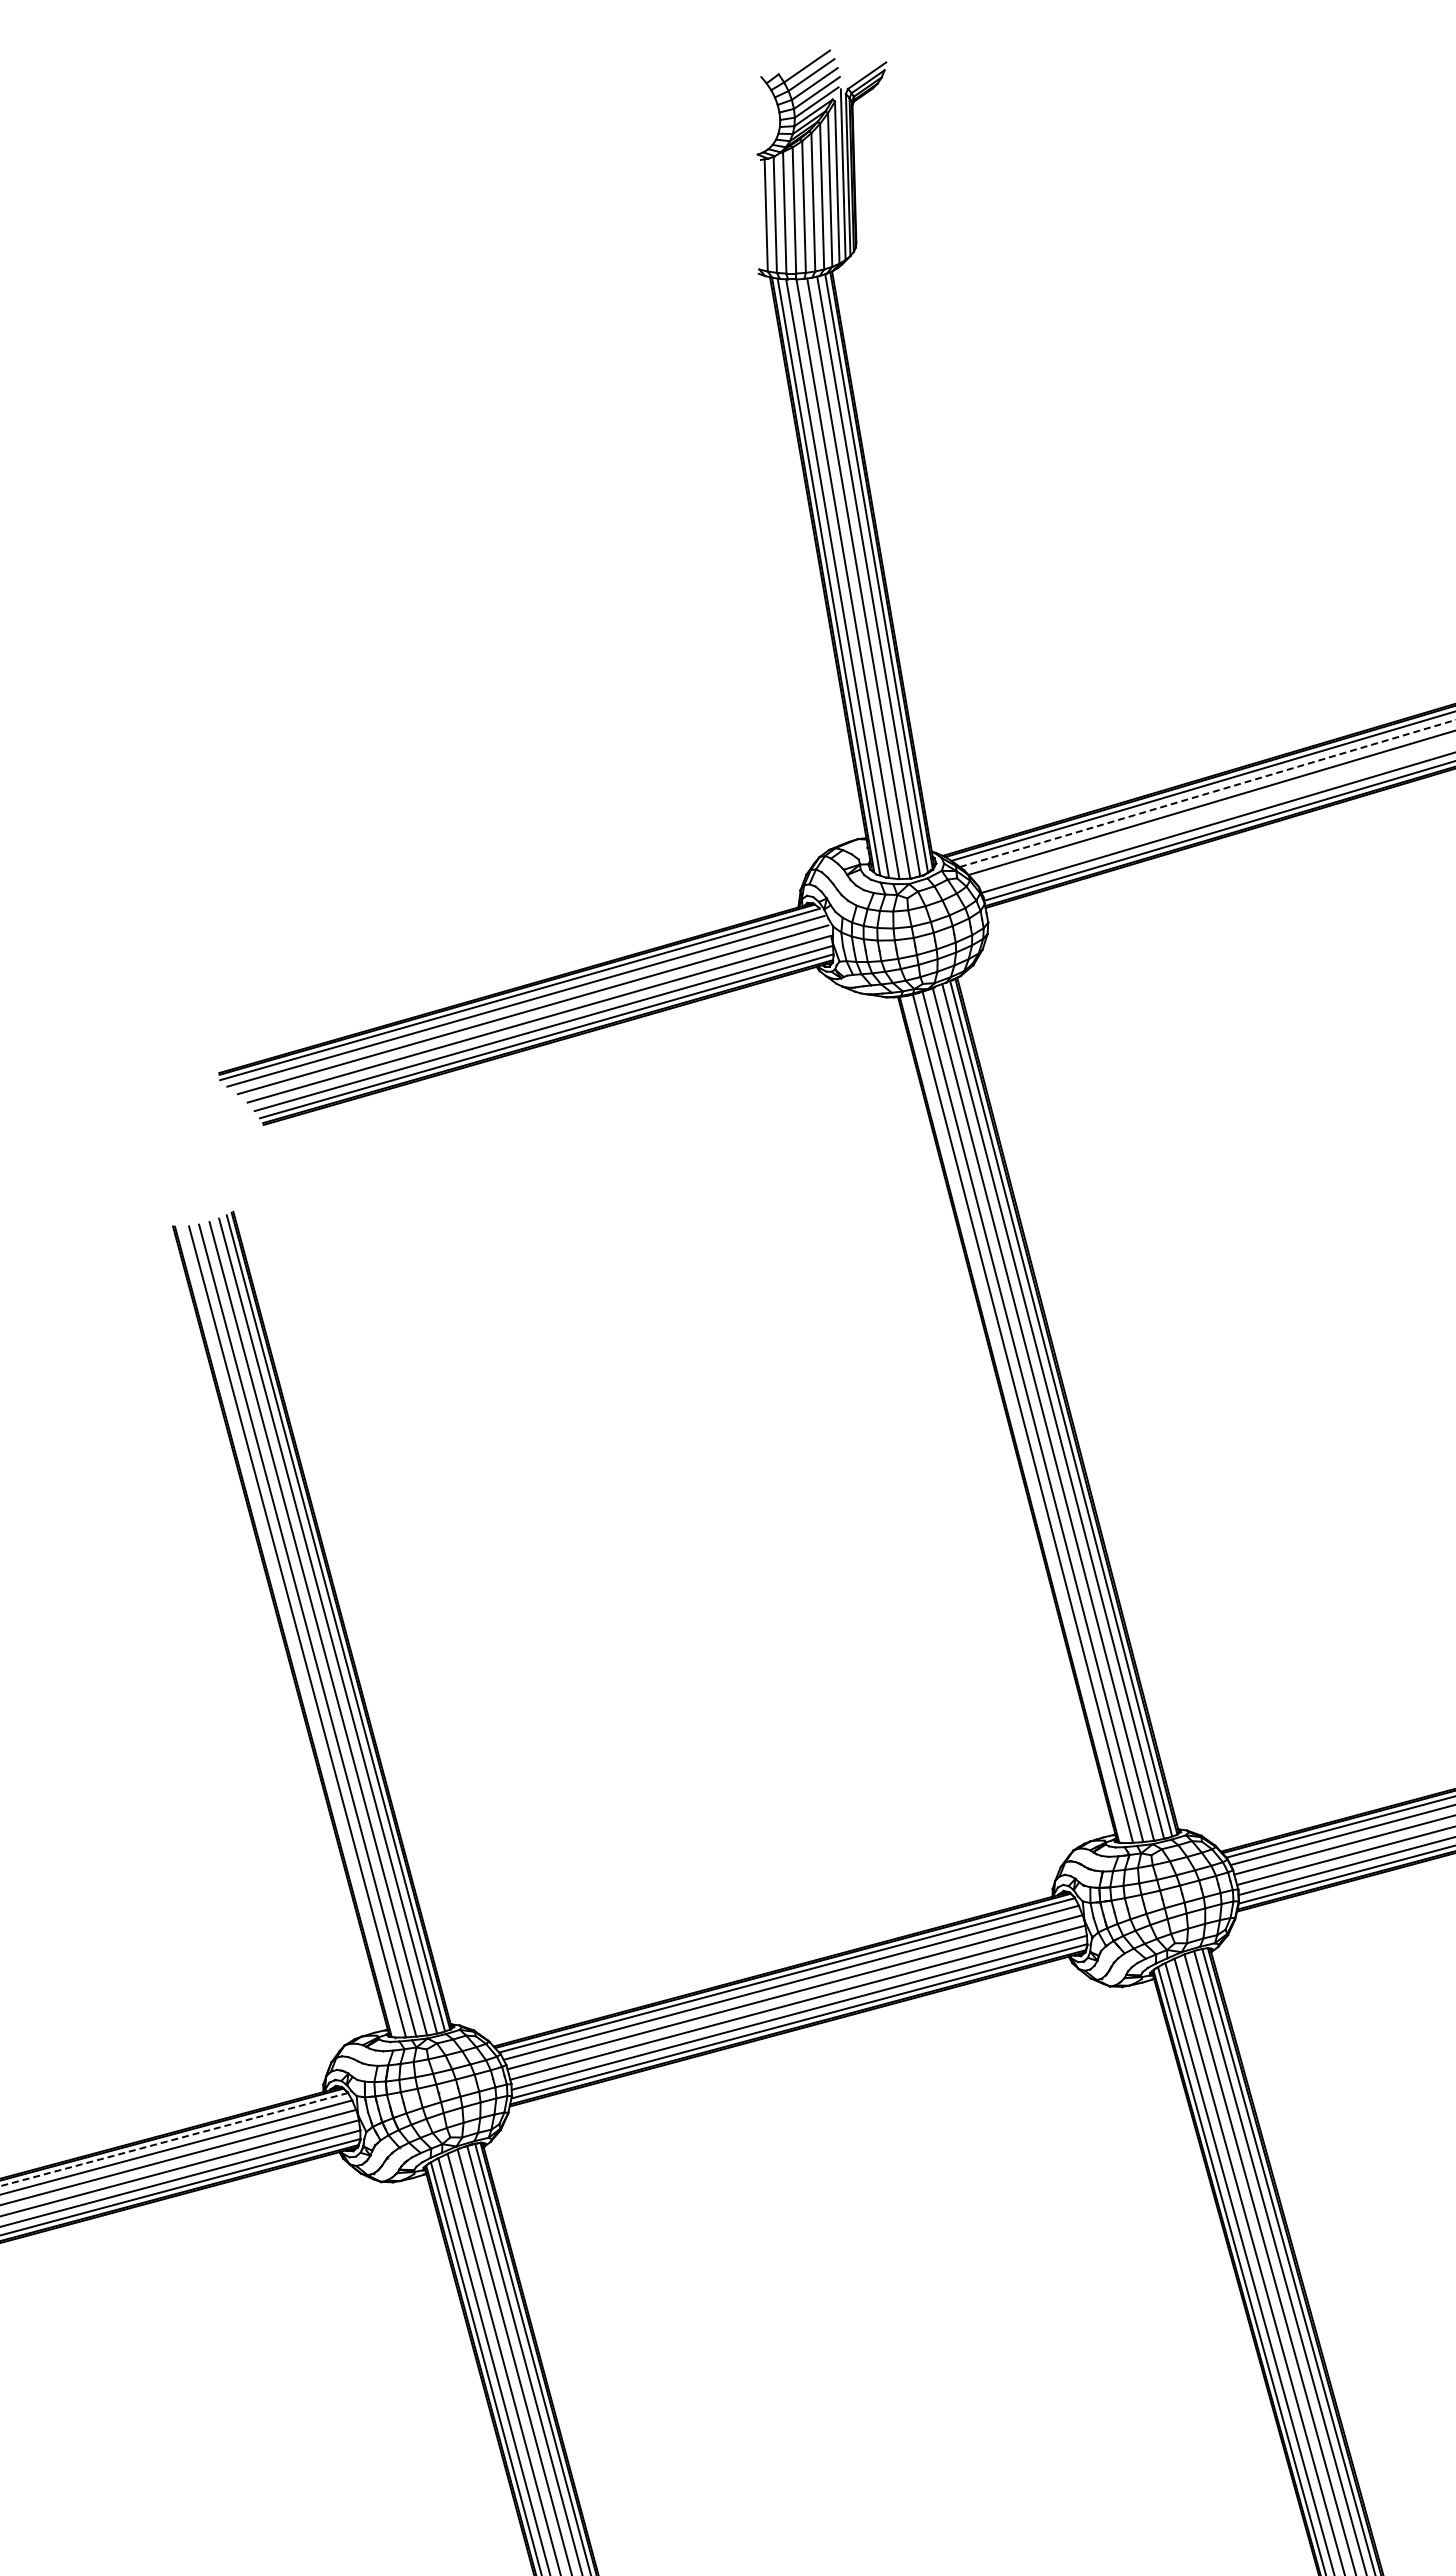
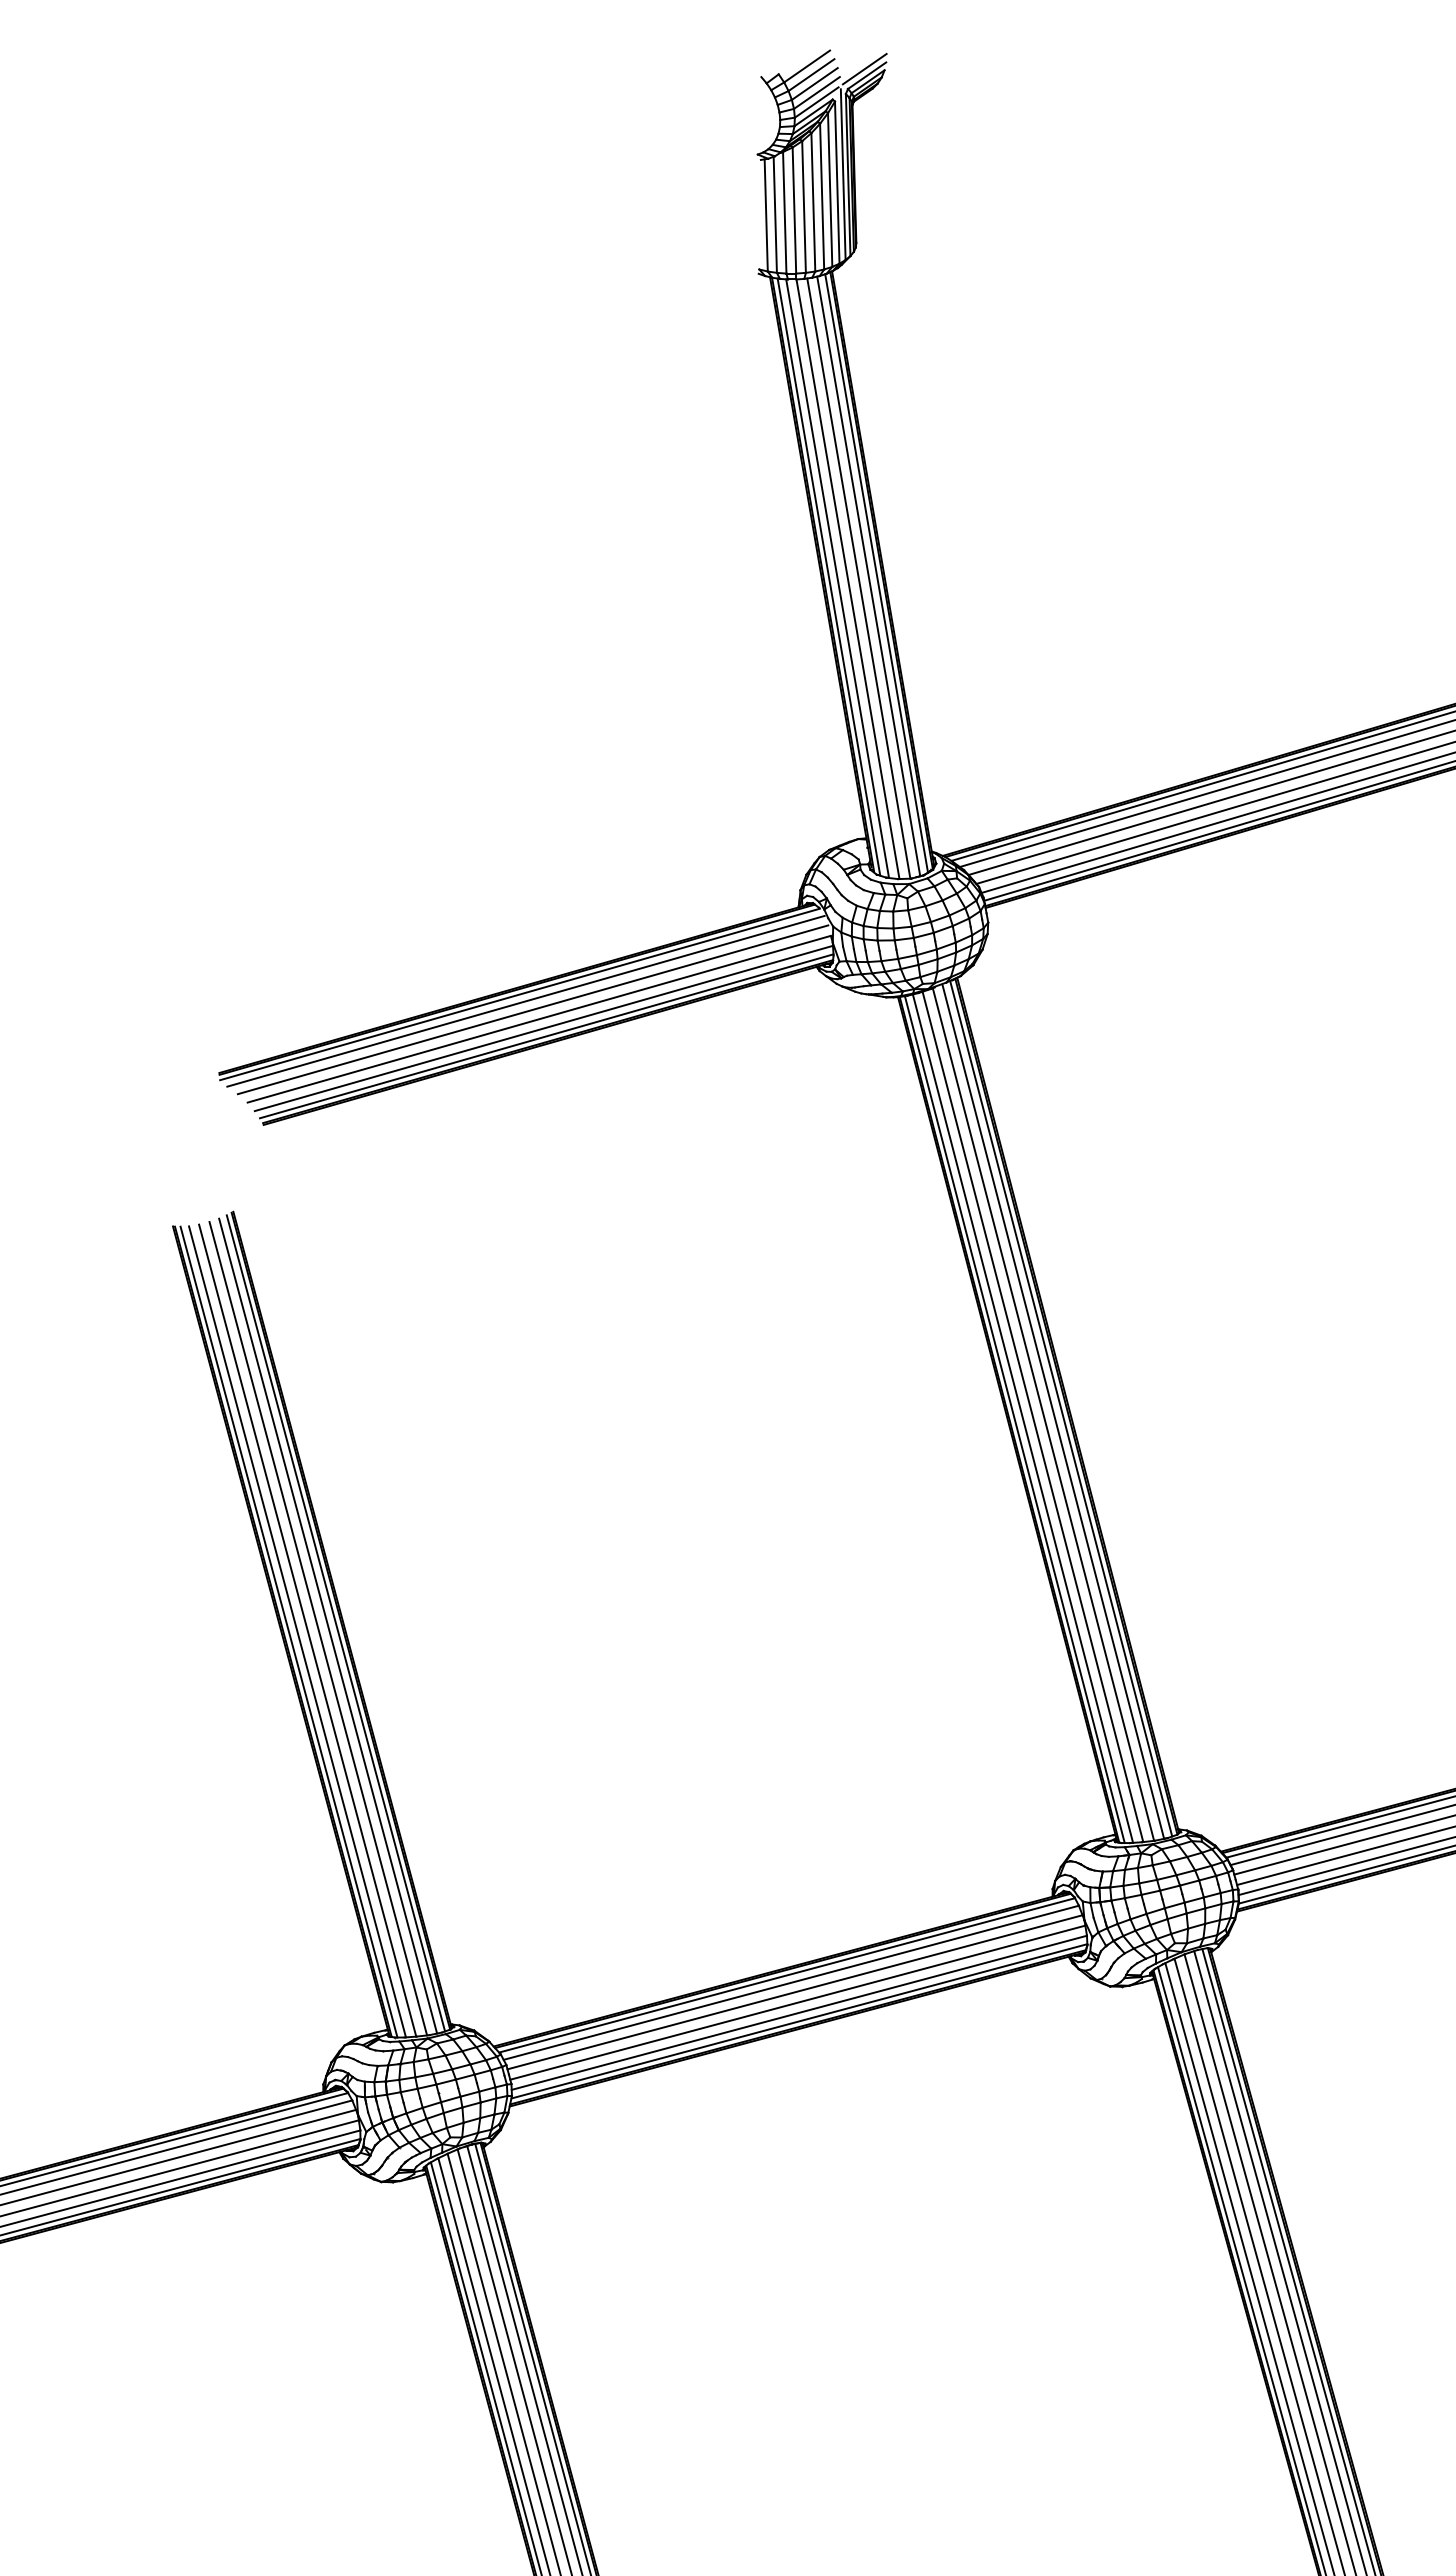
line at (864, 68): none -> present
line at (1207, 793): dashed -> solid
line at (1214, 812): none -> present
line at (1014, 1419): none -> present
line at (288, 1631): none -> present
line at (174, 2139): dashed -> solid
